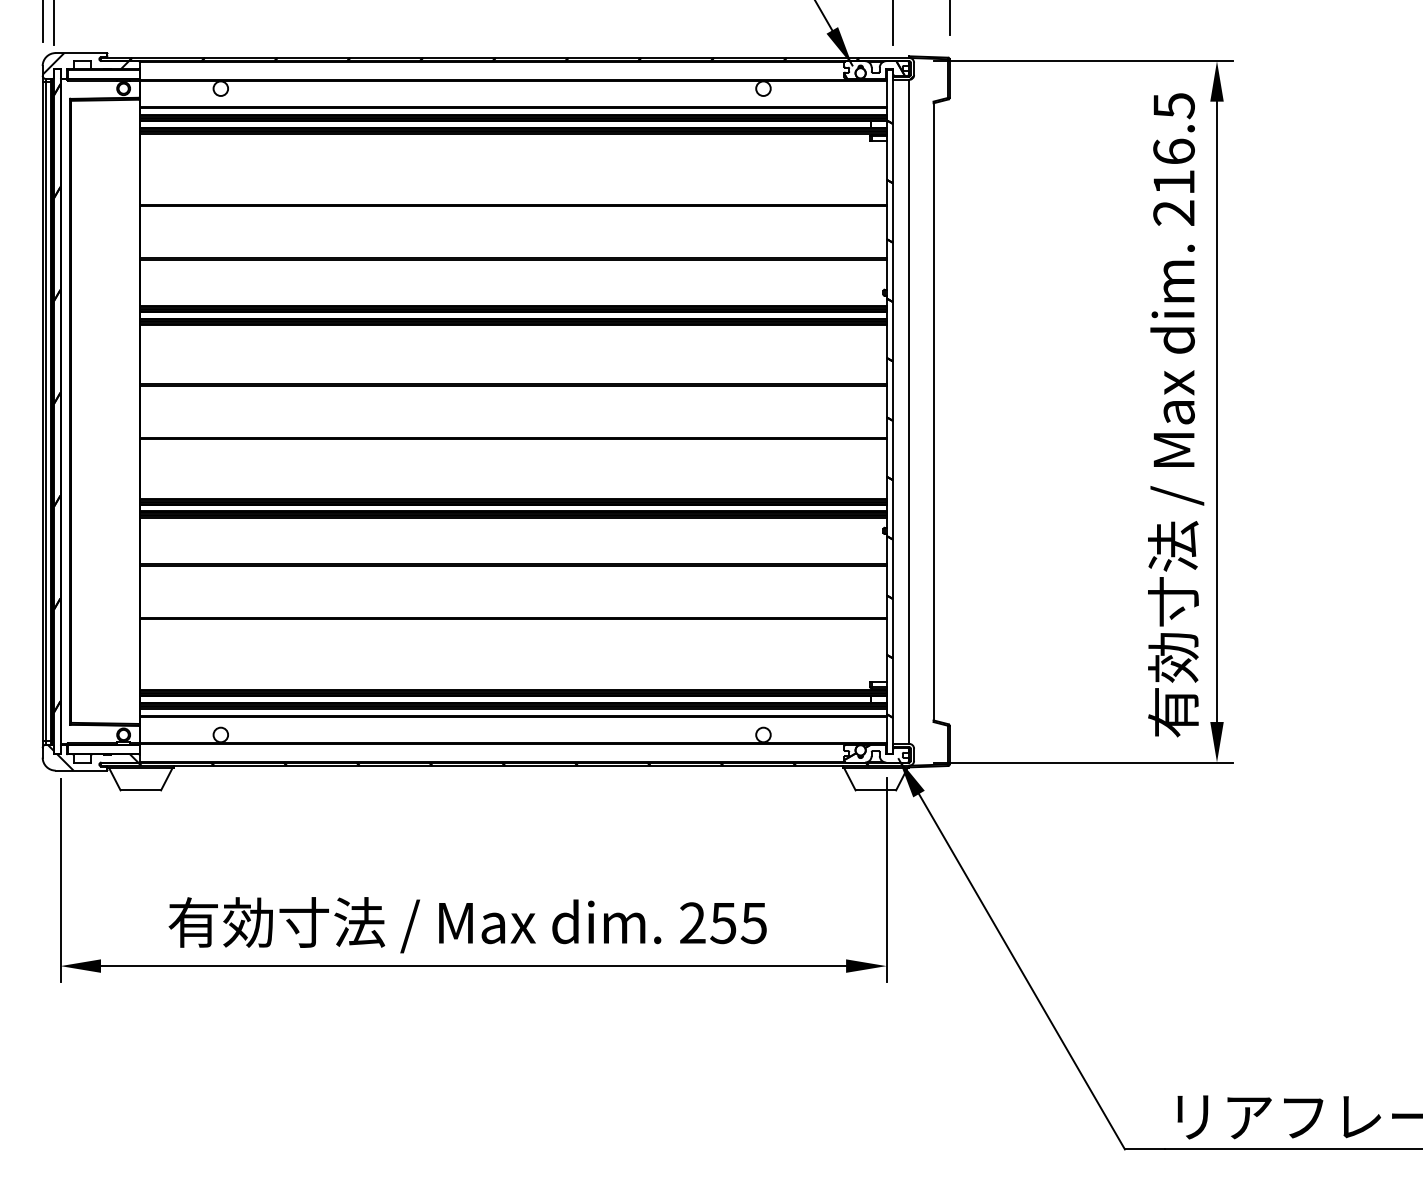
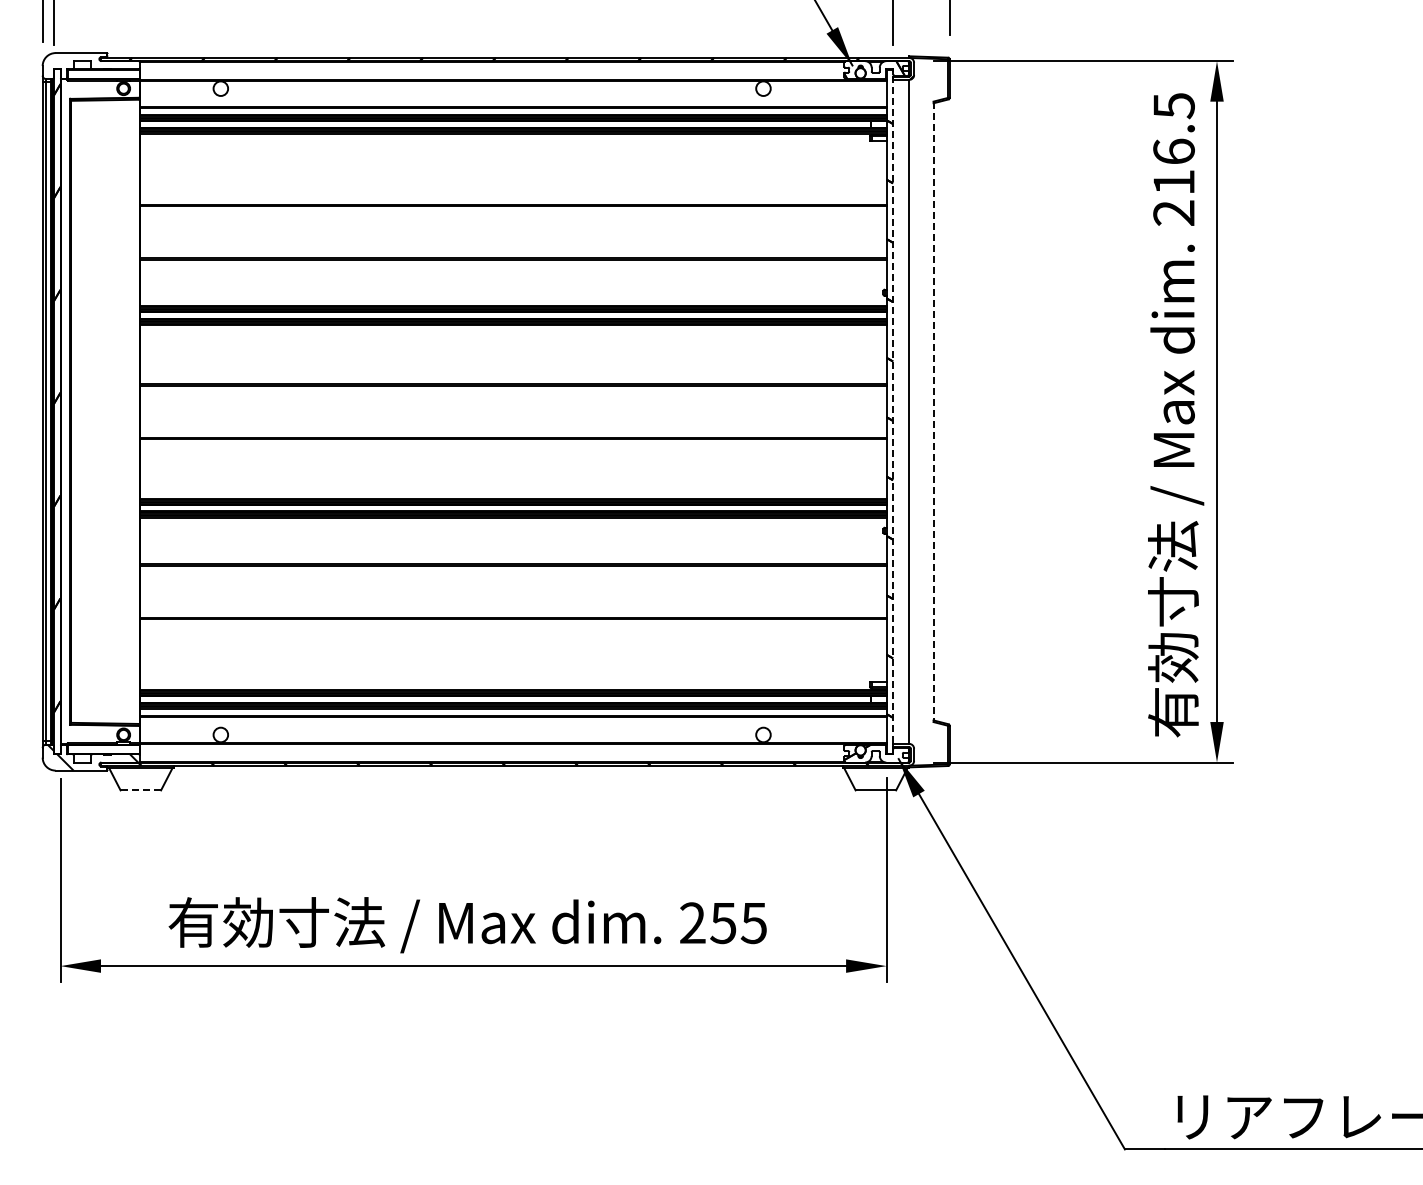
hatch at (85, 63): present -> none
line at (893, 411): solid -> dashed
line at (933, 412): solid -> dashed
line at (141, 790): solid -> dashed
